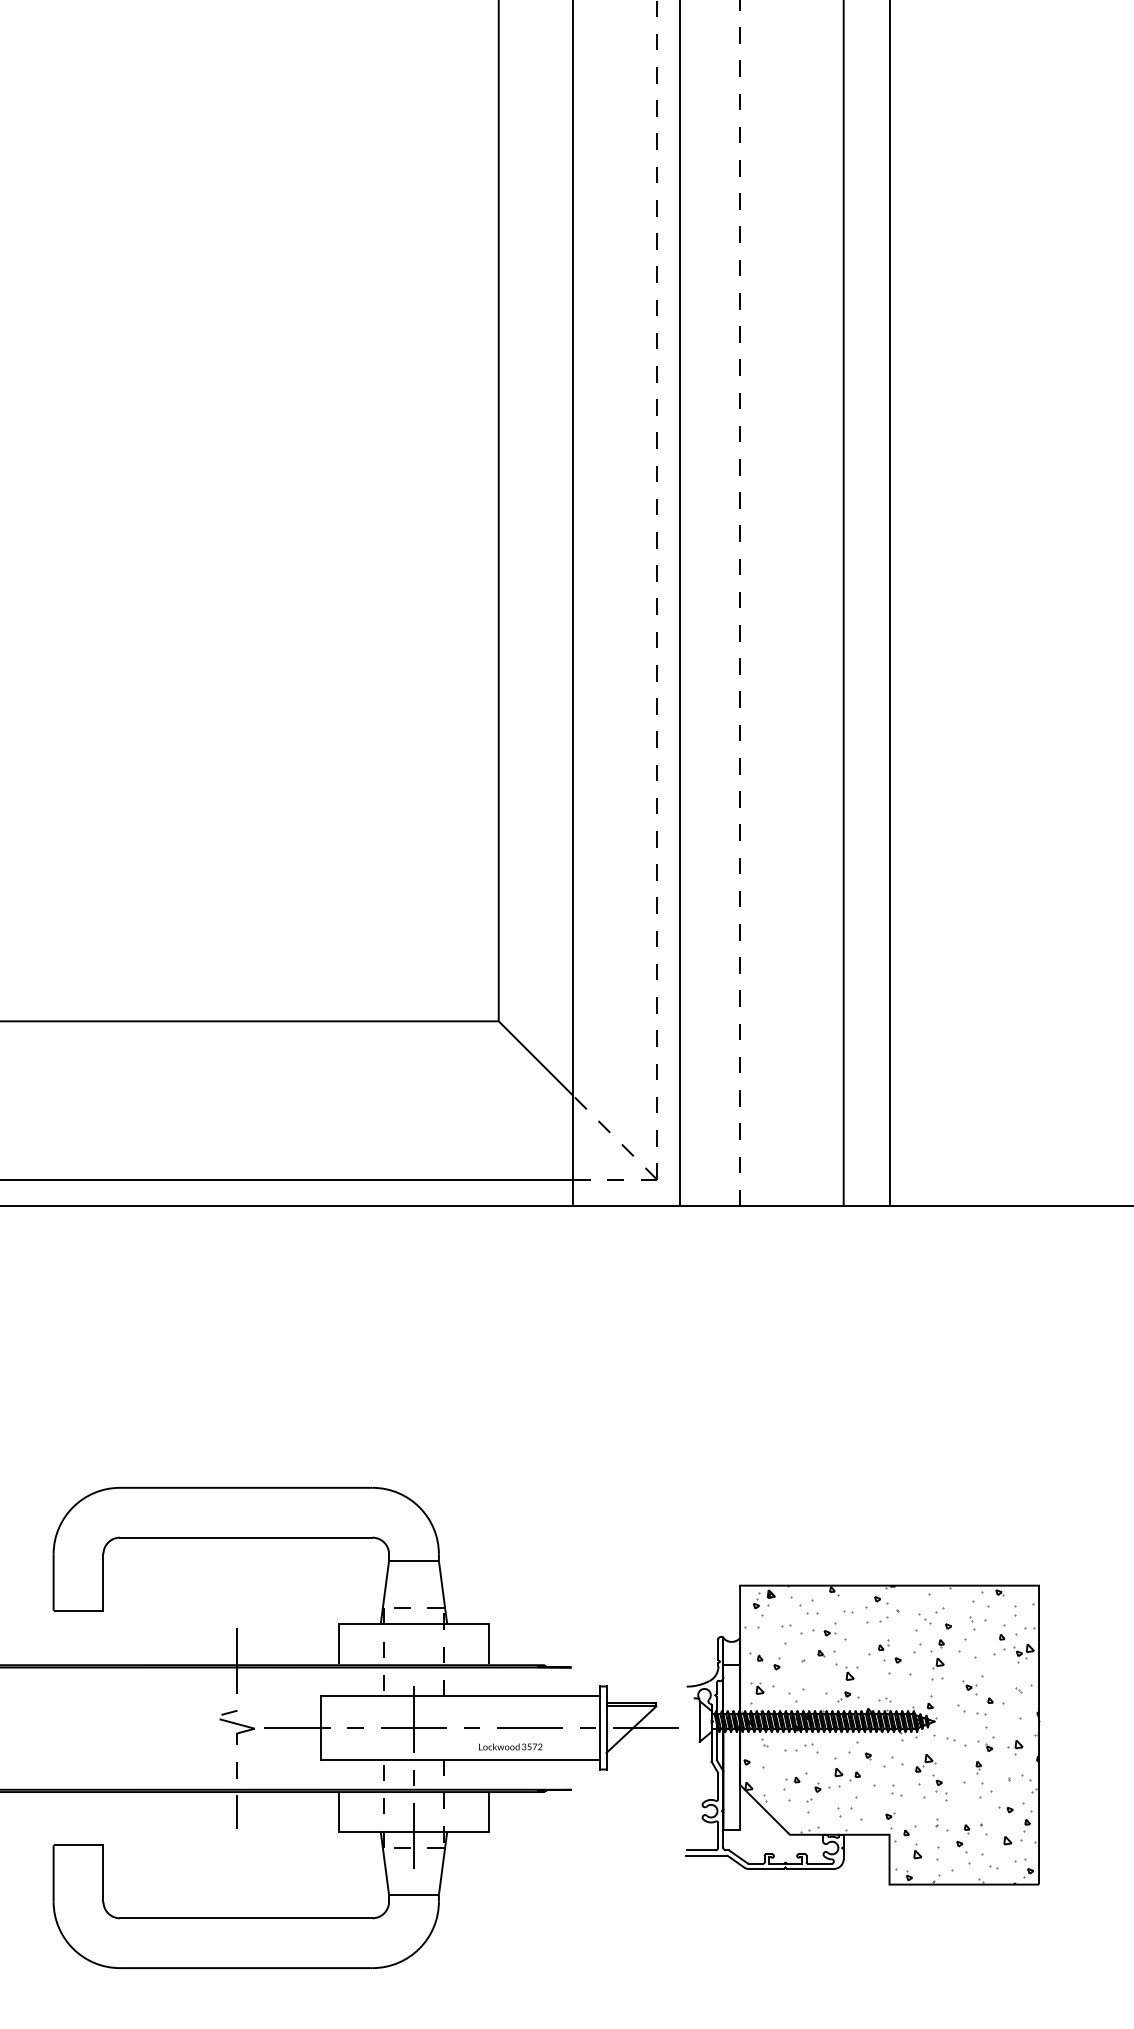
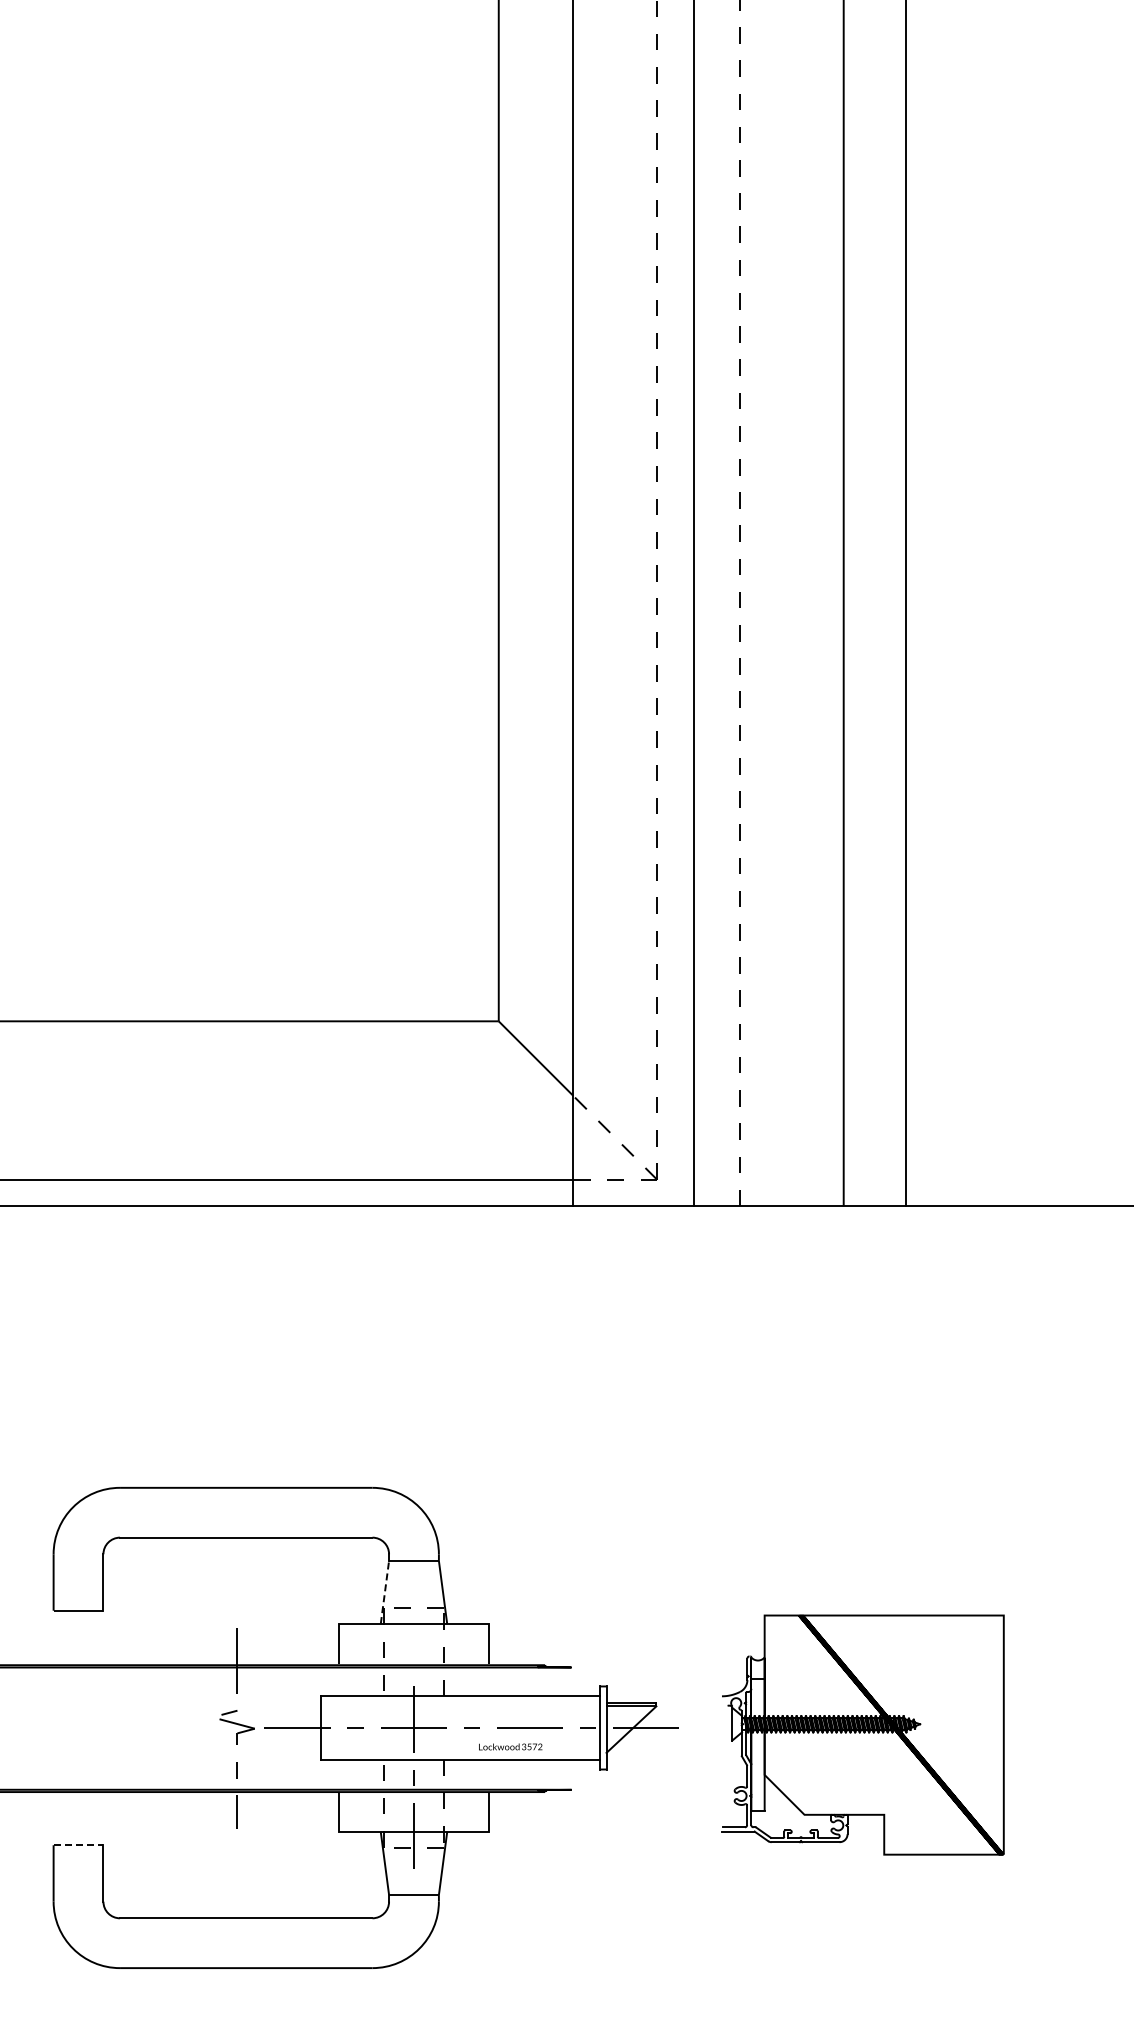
line at (680, 604) position: (680, 604) -> (694, 604)
line at (889, 604) position: (889, 604) -> (905, 604)
line at (384, 1592): solid -> dashed
part at (862, 1734) size: 356x302 px -> 284x242 px
line at (78, 1845): solid -> dashed
